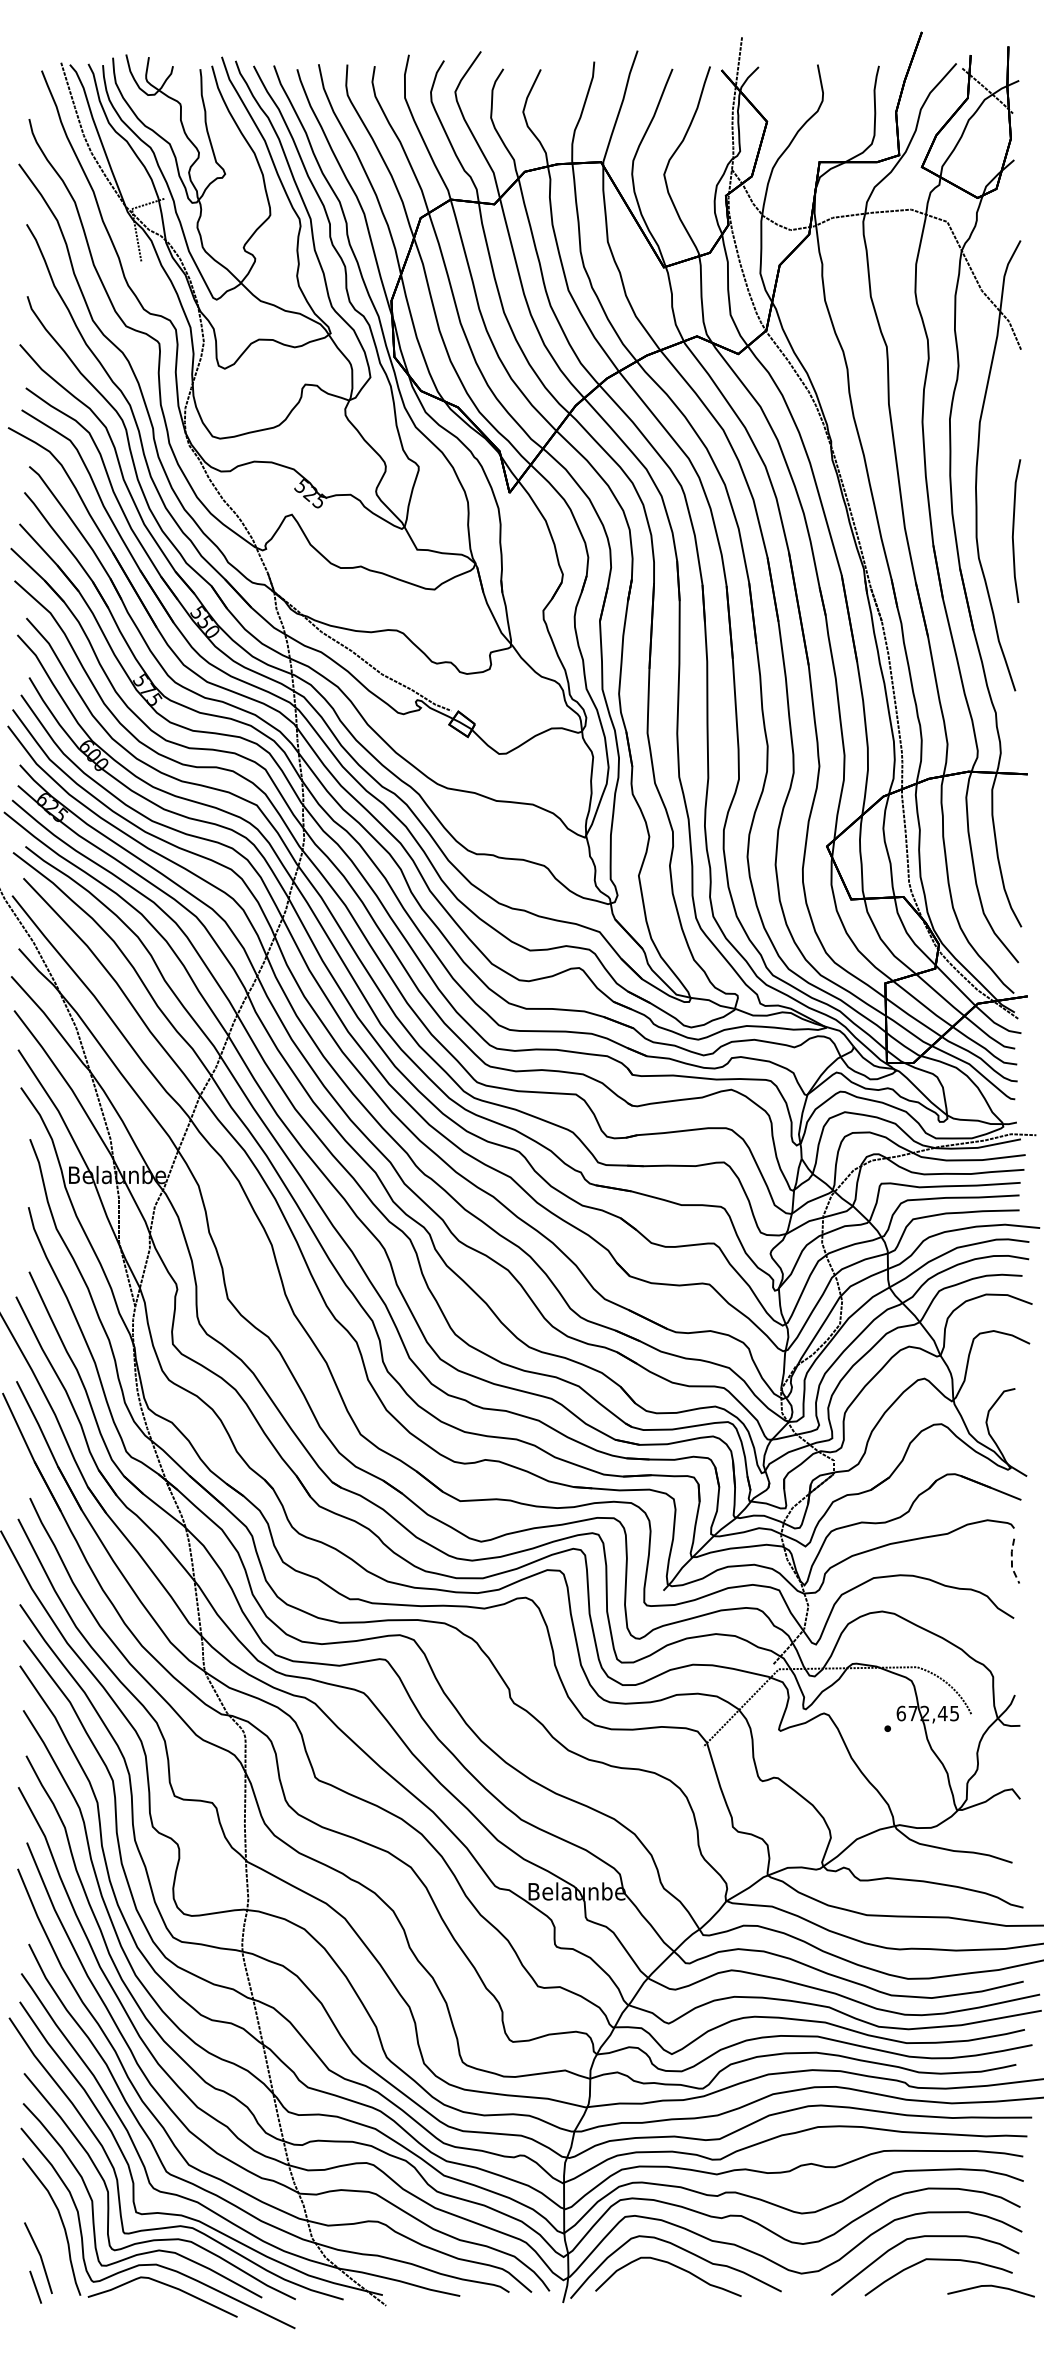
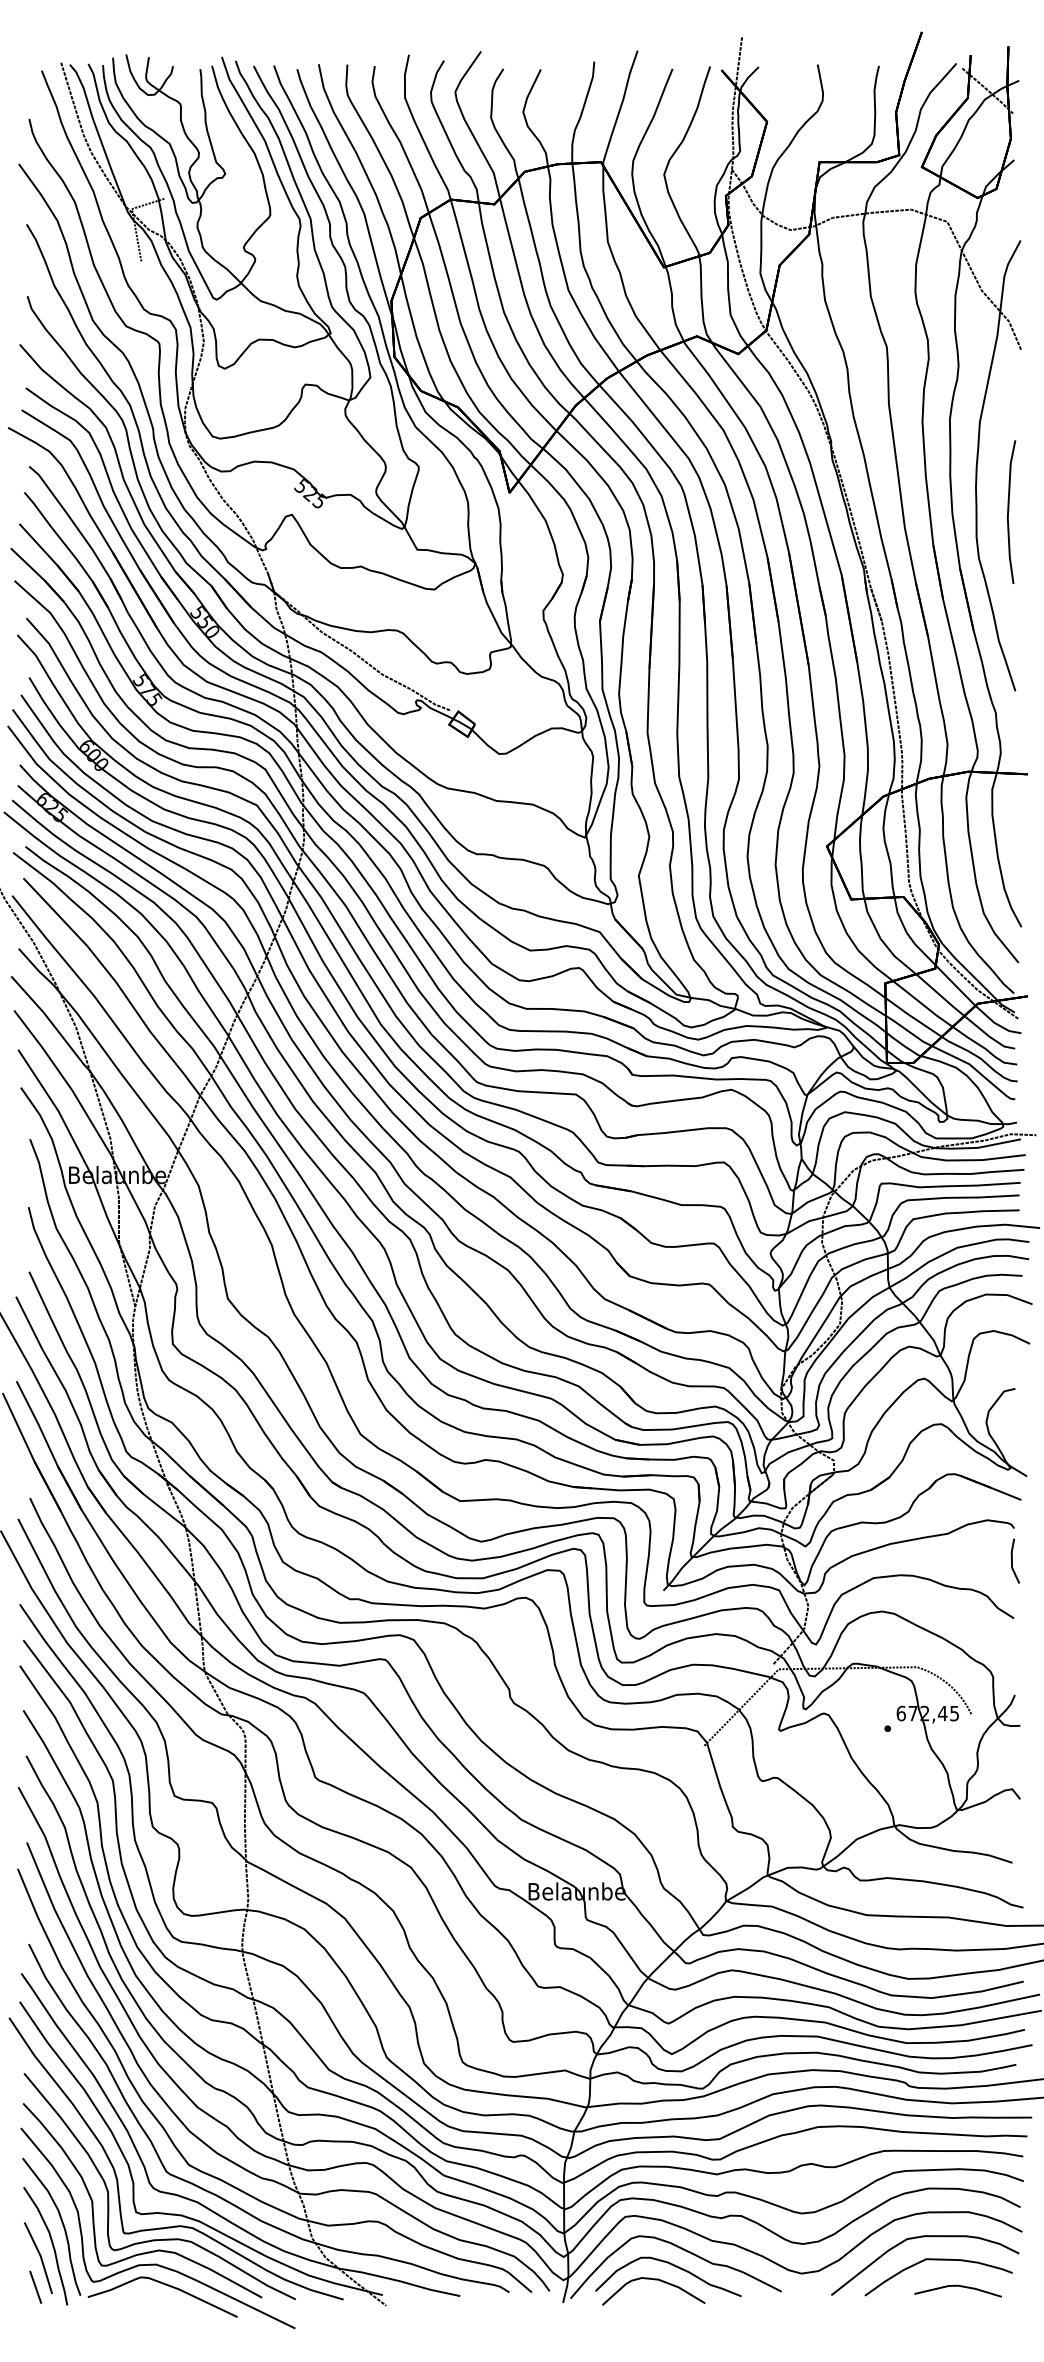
line at (1014, 529) position: (1014, 529) -> (1009, 510)
line at (1011, 1561): dashed -> solid
curve at (51, 2243): none -> present
curve at (654, 2280): none -> present
line at (990, 2286) position: (990, 2286) -> (957, 2286)
